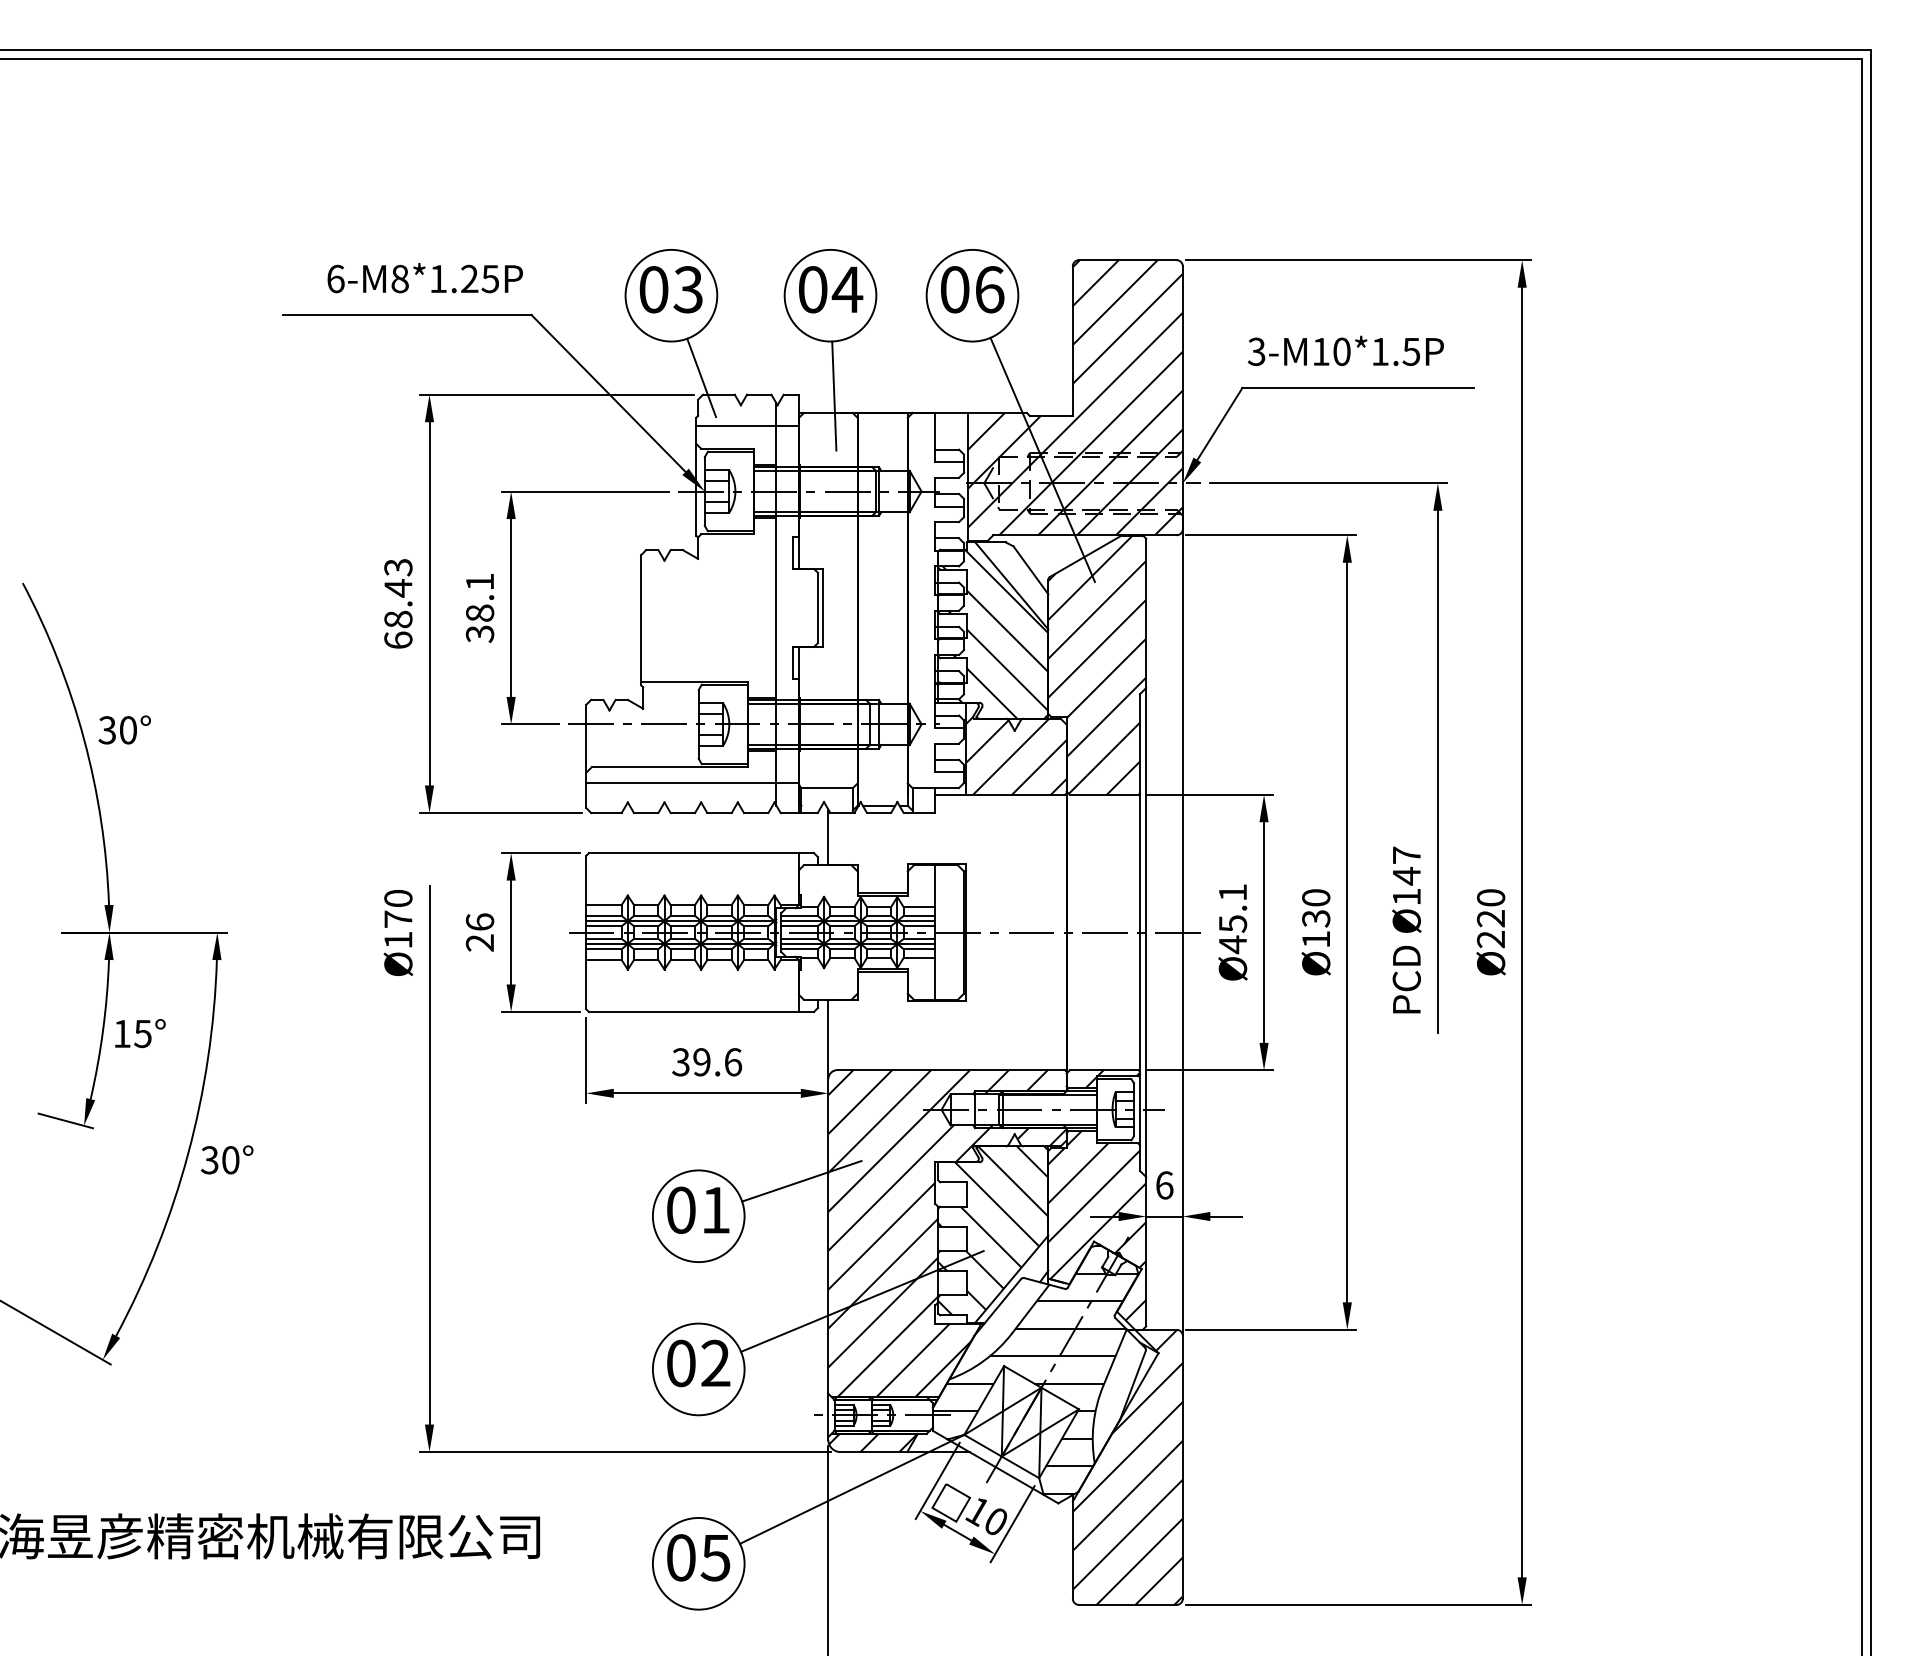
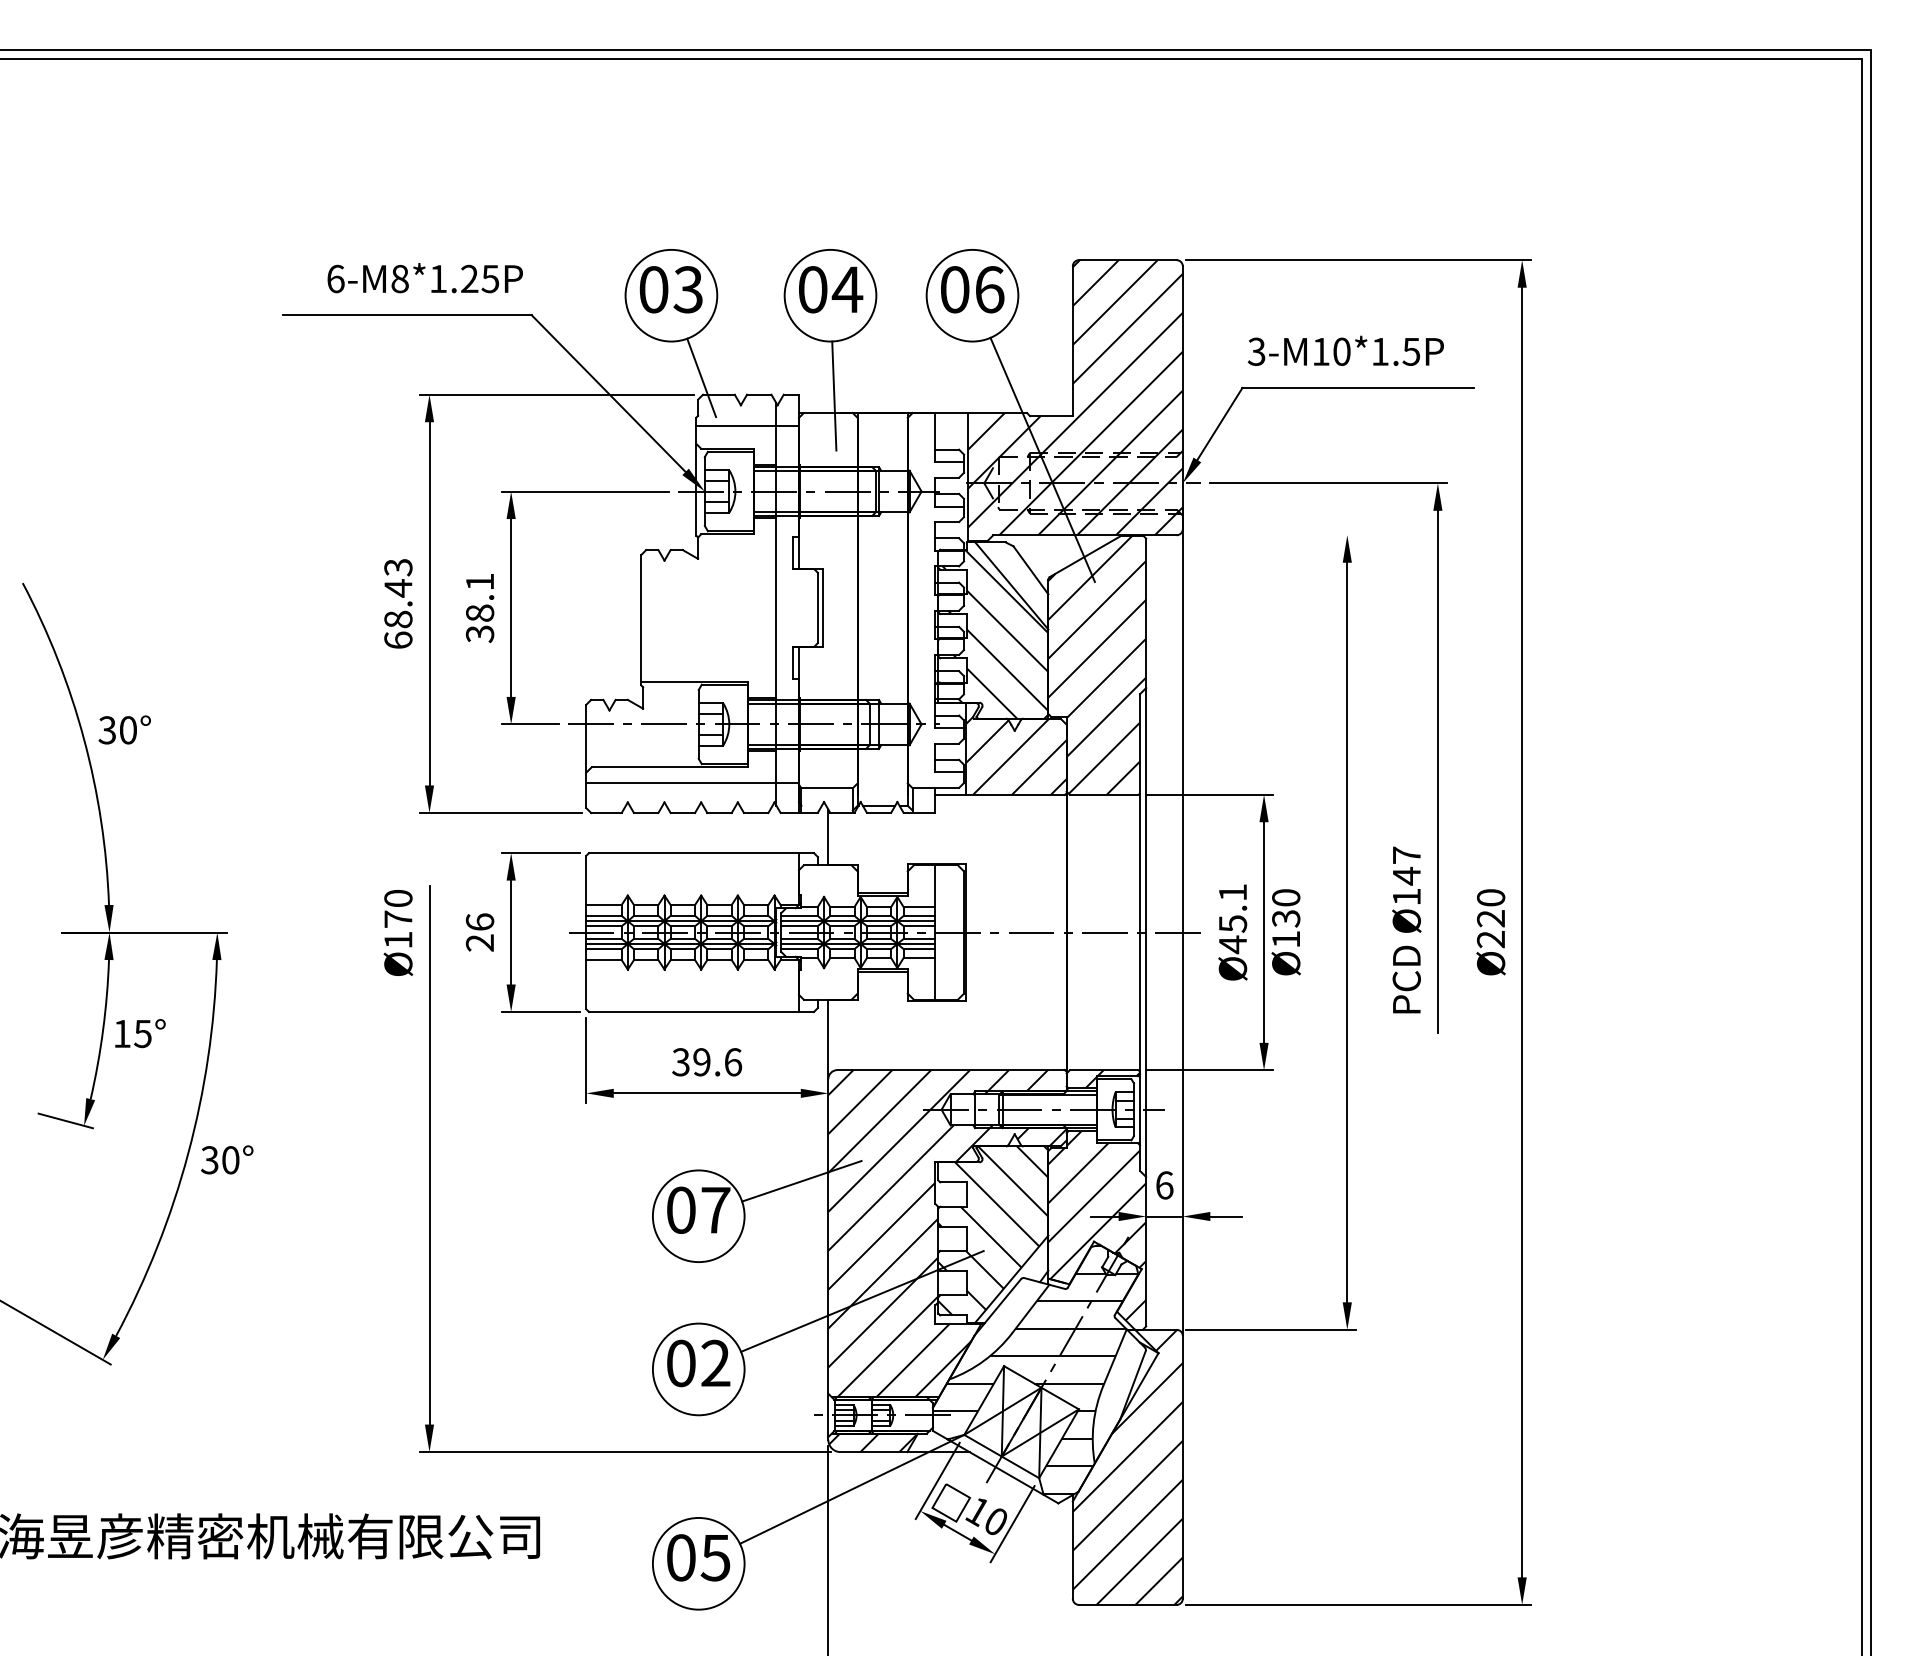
line at (1270, 535): present -> none
text at (1315, 932) position: (1315, 932) -> (1285, 932)
text at (715, 1210): 01 -> 07
